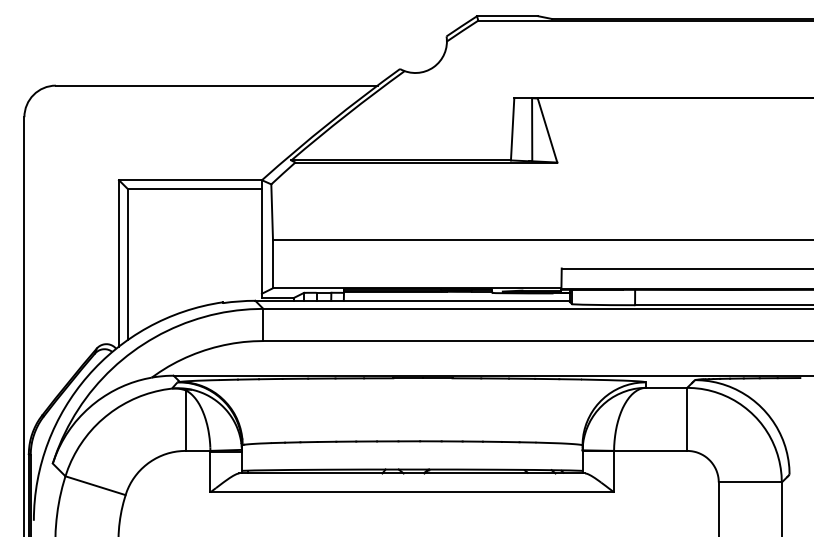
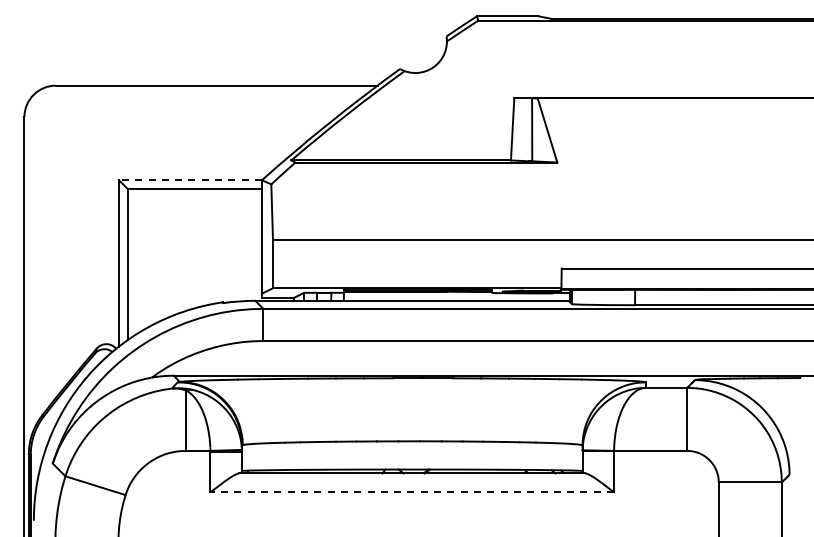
line at (190, 180): solid -> dashed
line at (412, 492): solid -> dashed
